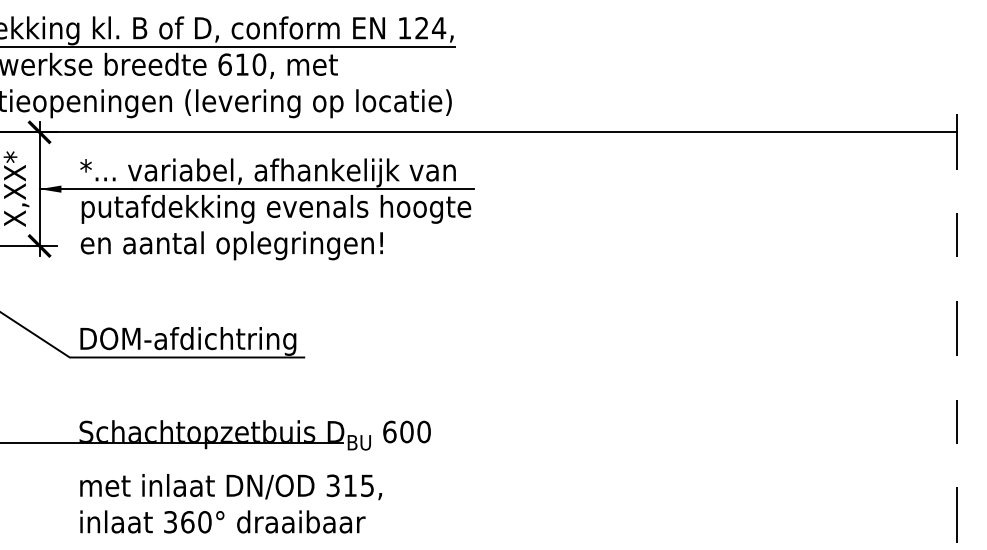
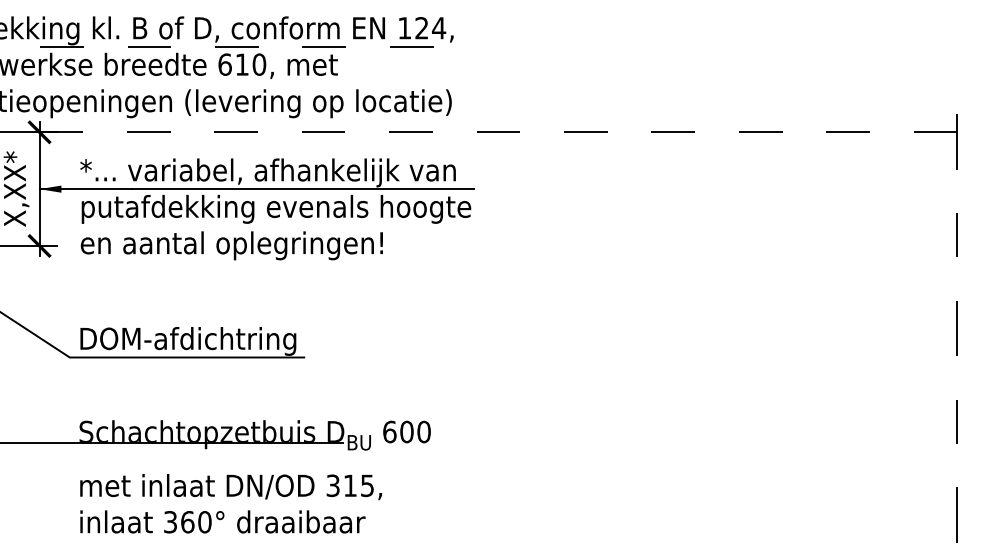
line at (227, 47): solid -> dashed
line at (478, 132): solid -> dashed
